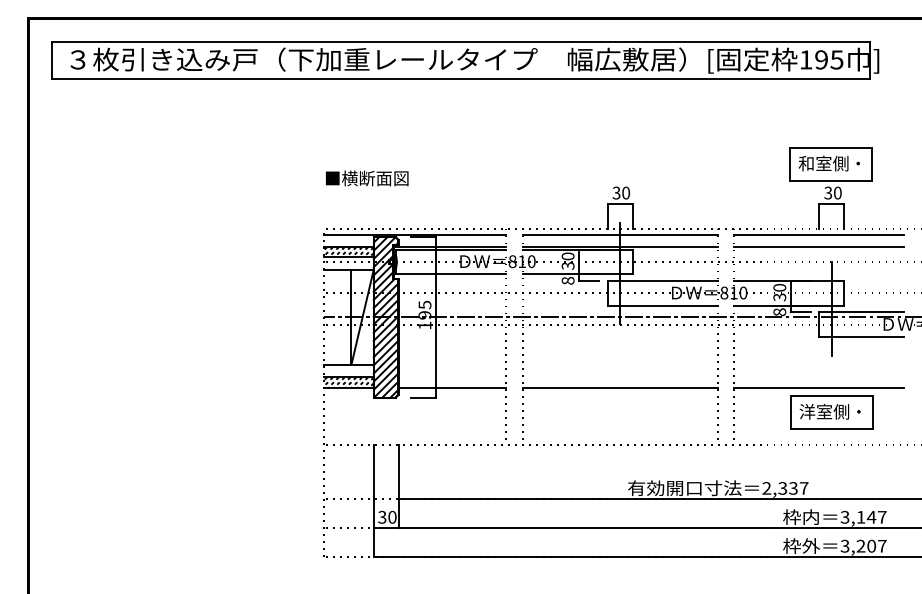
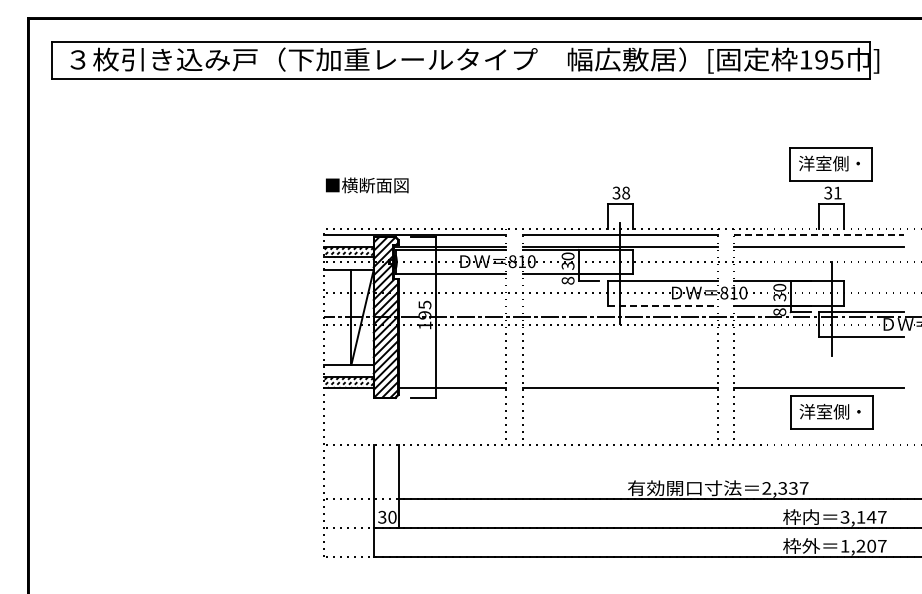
text at (806, 163): 和室側・ -> 洋室側・
text at (367, 178) position: (367, 178) -> (367, 185)
text at (837, 192): 30 -> 31
text at (626, 193): 30 -> 38
line at (818, 234): solid -> dashed
line at (662, 305): solid -> dashed
text at (844, 545): 3,207 -> 1,207
